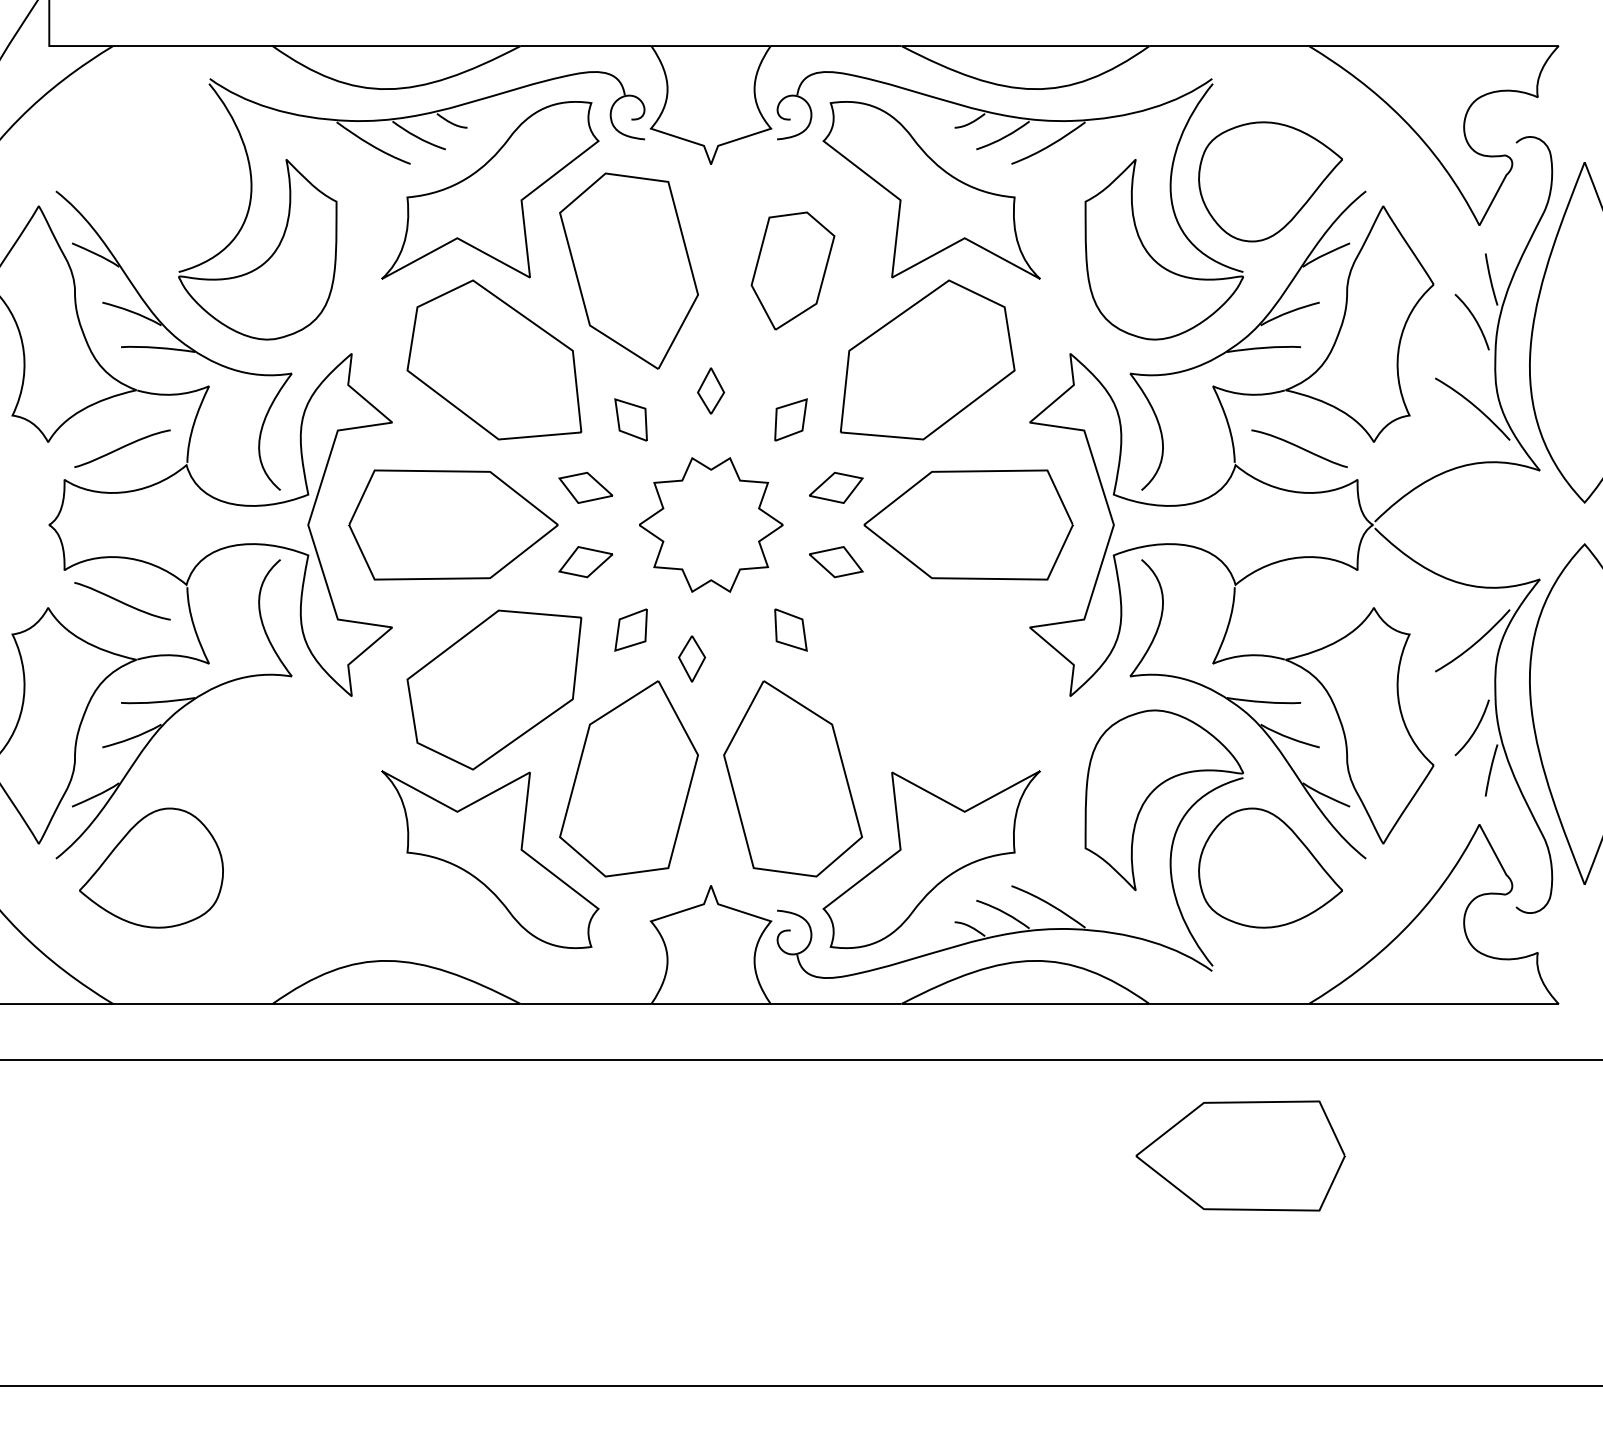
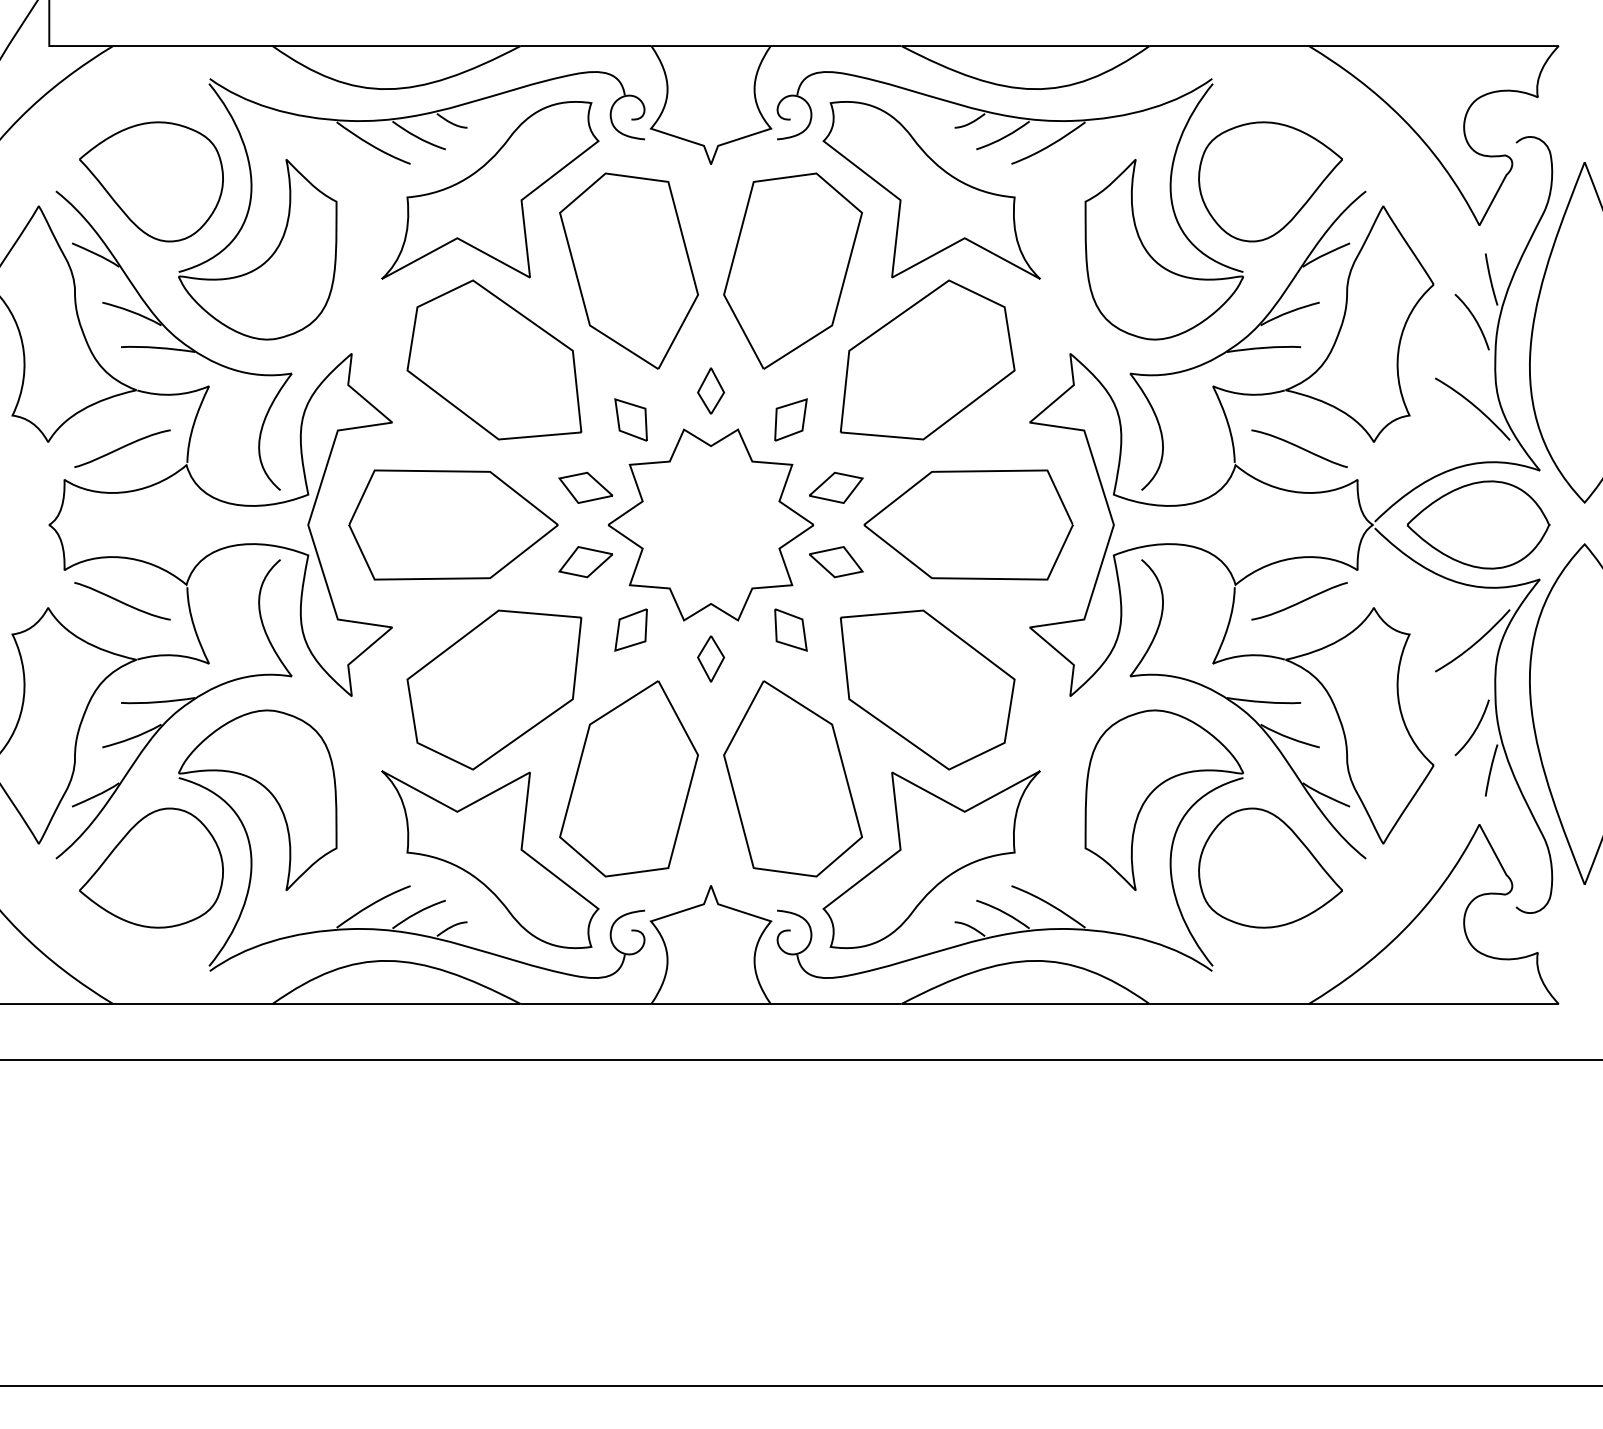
part at (151, 181): none -> present
part at (792, 270) size: 86x120 px -> 140x198 px
part at (711, 524) size: 145x136 px -> 207x194 px
part at (1478, 524): none -> present
curve at (1299, 601): none -> present
part at (692, 658) position: (692, 658) -> (711, 658)
part at (927, 689): none -> present
part at (410, 885): none -> present
part at (1240, 1155): present -> none
